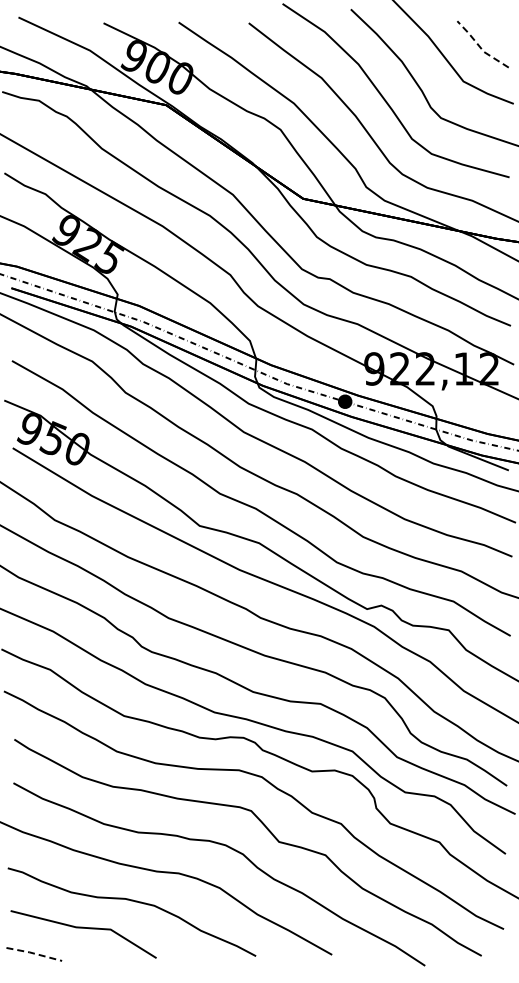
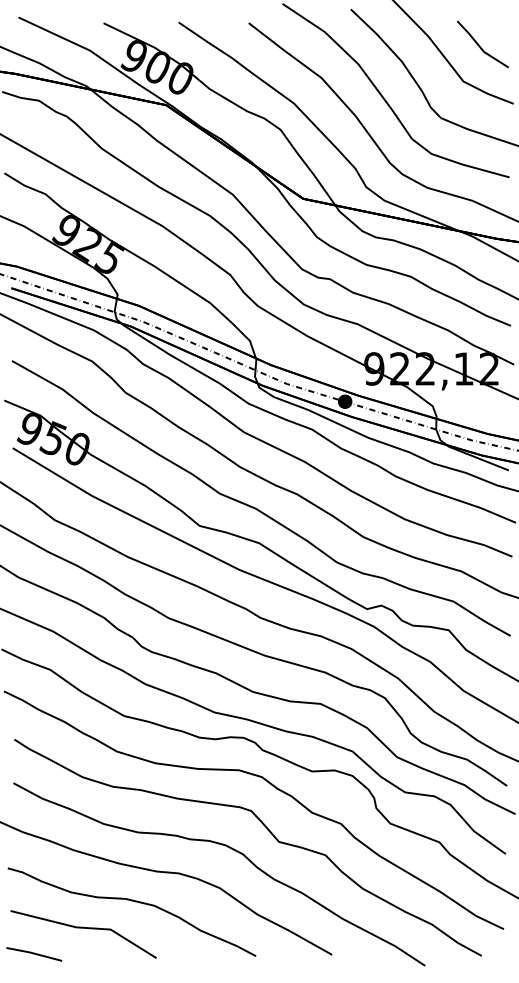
line at (480, 47): dashed -> solid
line at (34, 953): dashed -> solid
